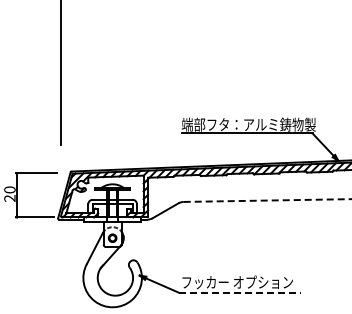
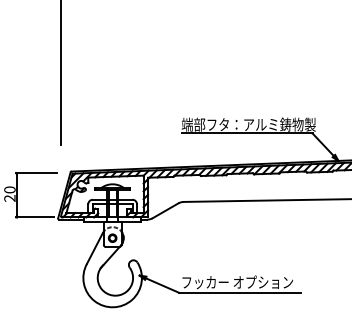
line at (267, 200): dashed -> solid
line at (240, 292): dashed -> solid
